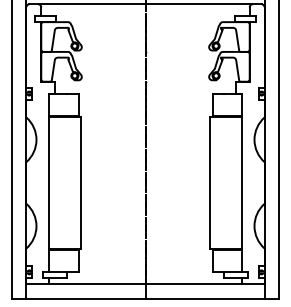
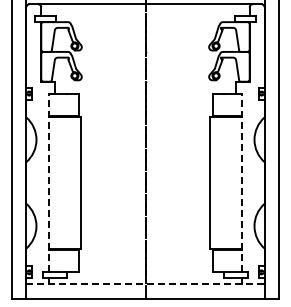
line at (48, 182): solid -> dashed
line at (242, 182): solid -> dashed
line at (145, 284): solid -> dashed
